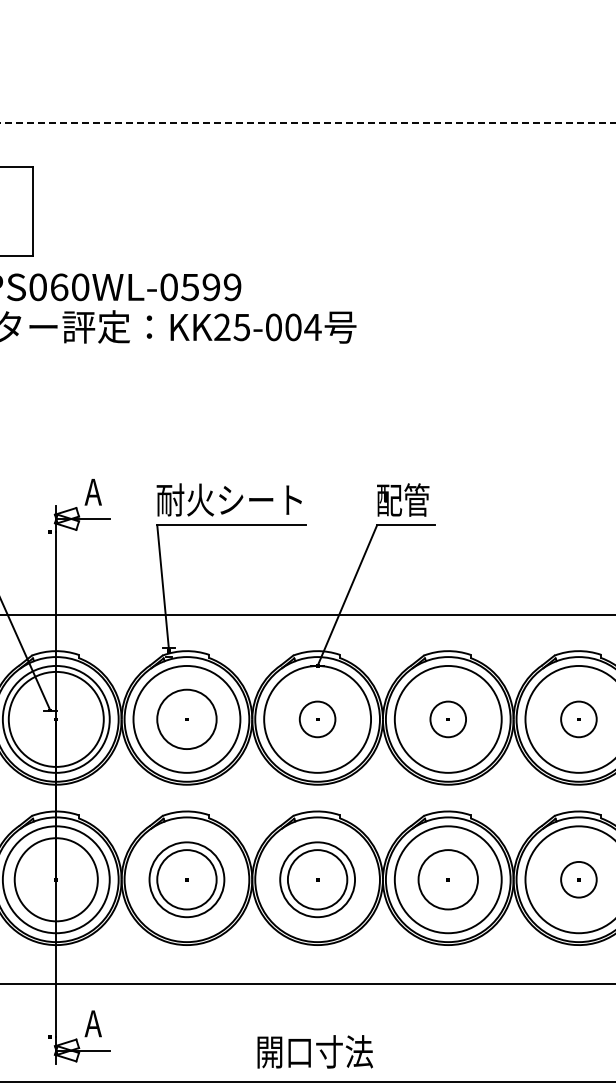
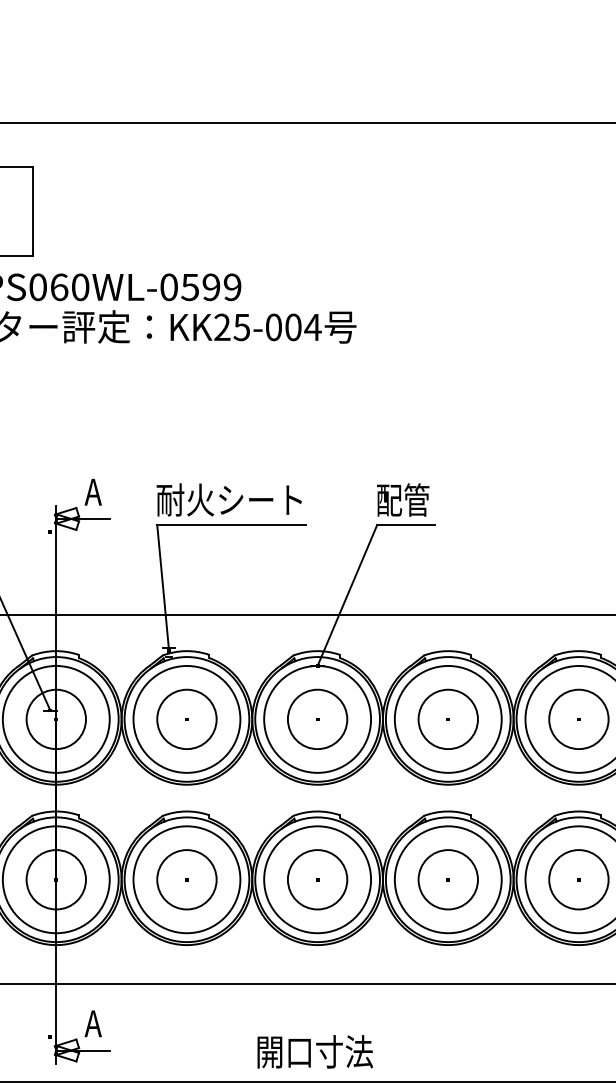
line at (308, 122): dashed -> solid
circle at (55, 718) diameter: 95 px -> 59 px
circle at (317, 719) diameter: 36 px -> 59 px
circle at (448, 719) diameter: 36 px -> 59 px
circle at (578, 719) diameter: 36 px -> 59 px
circle at (55, 879) diameter: 83 px -> 59 px
circle at (186, 879) diameter: 75 px -> 107 px
circle at (317, 879) diameter: 75 px -> 107 px
circle at (578, 879) diameter: 36 px -> 59 px
